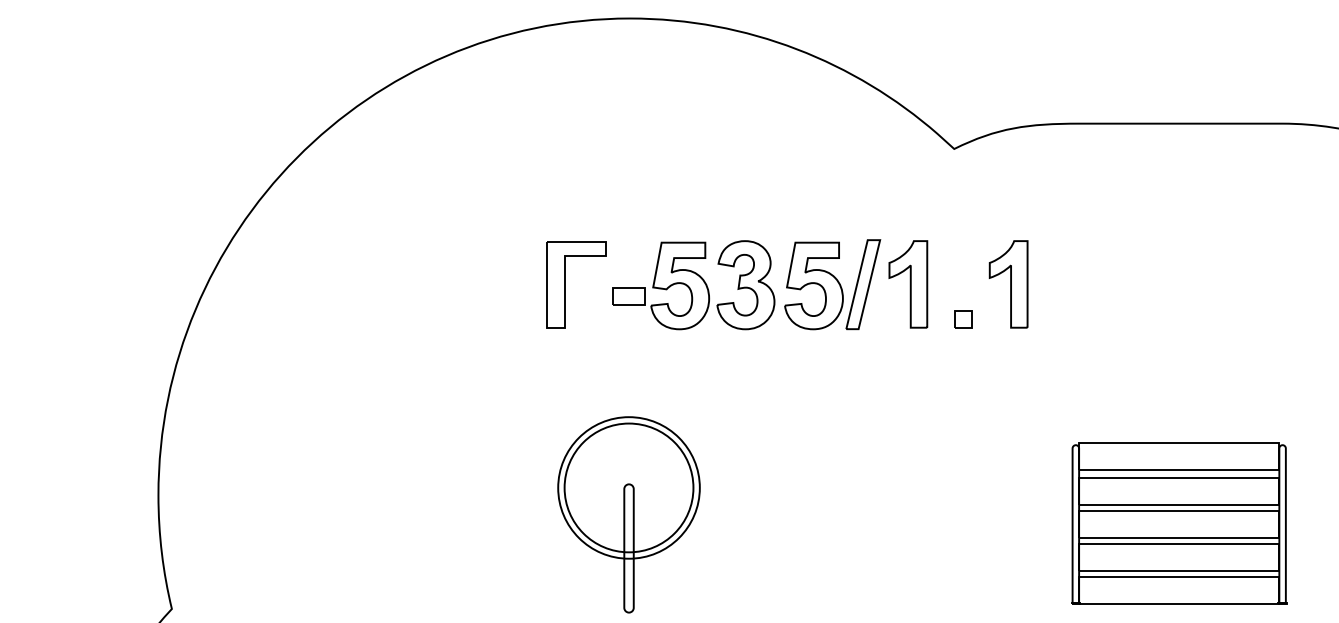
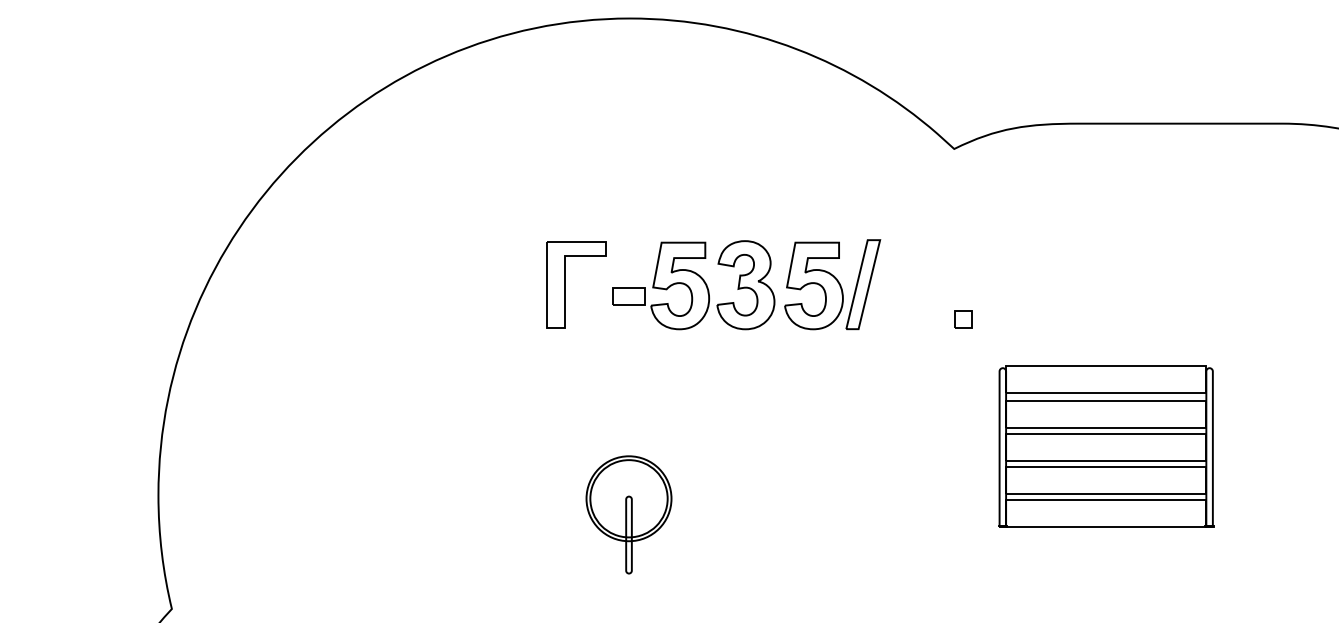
part at (908, 284): present -> none
part at (1008, 284): present -> none
part at (628, 514) size: 144x198 px -> 88x120 px
part at (1179, 523) position: (1179, 523) -> (1106, 446)
